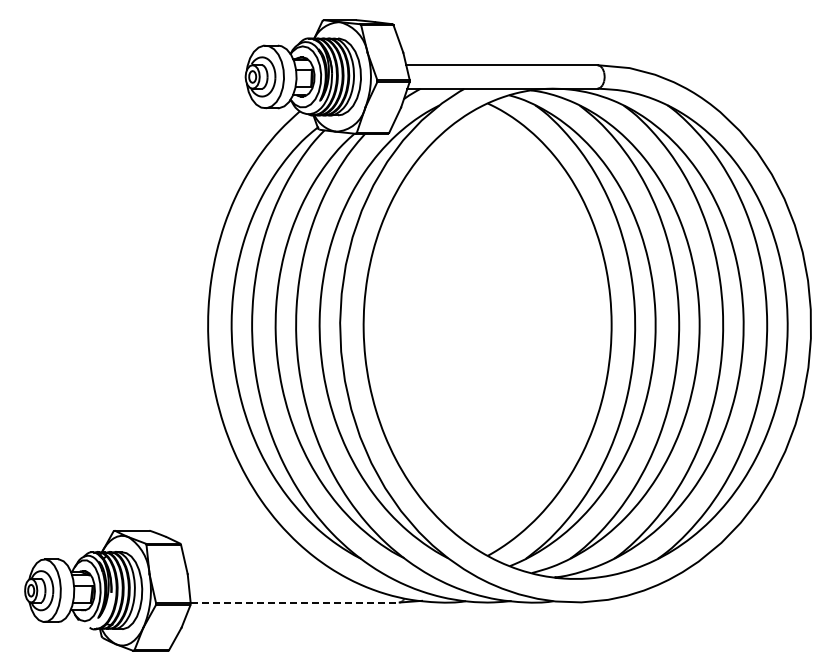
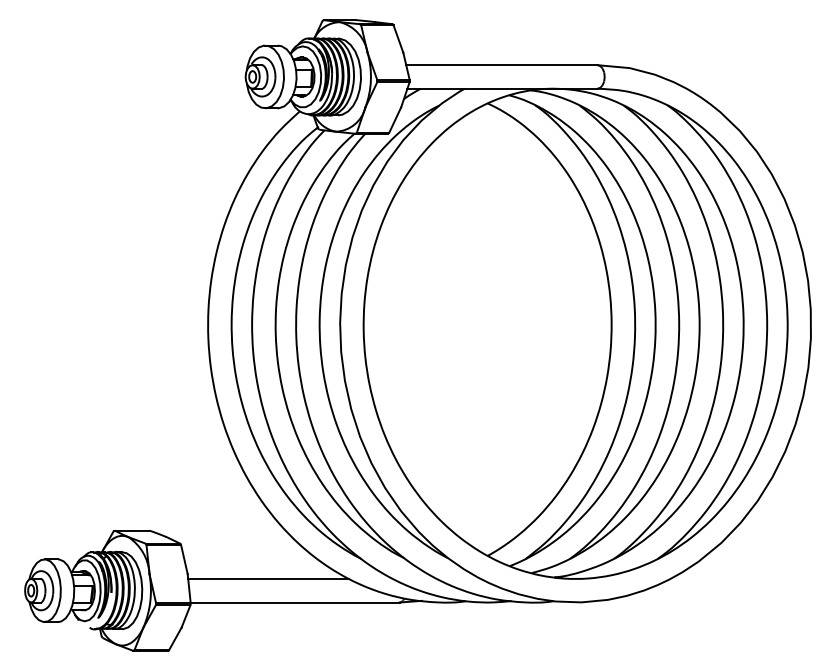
line at (268, 578): none -> present
line at (295, 602): dashed -> solid
